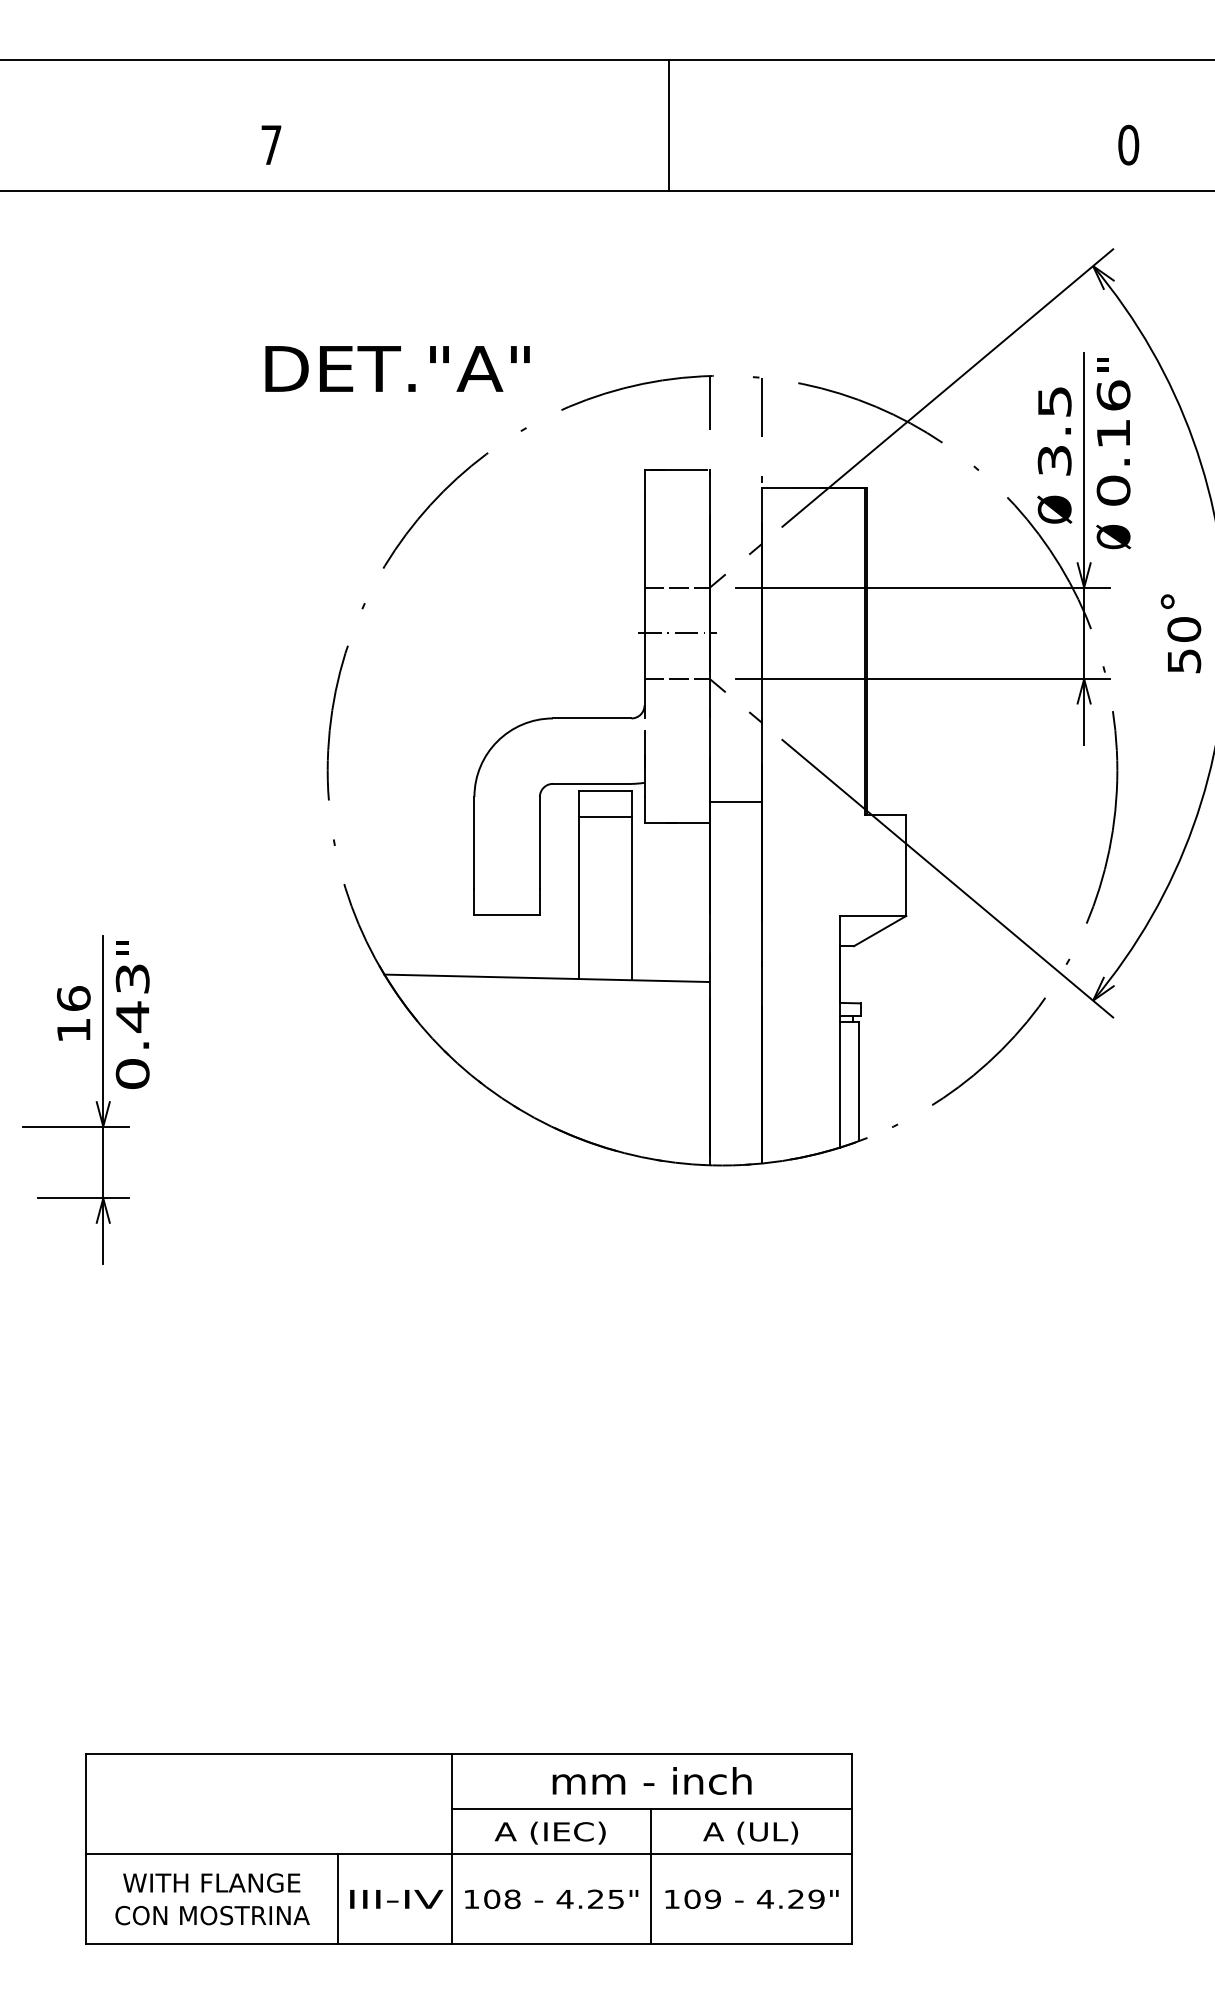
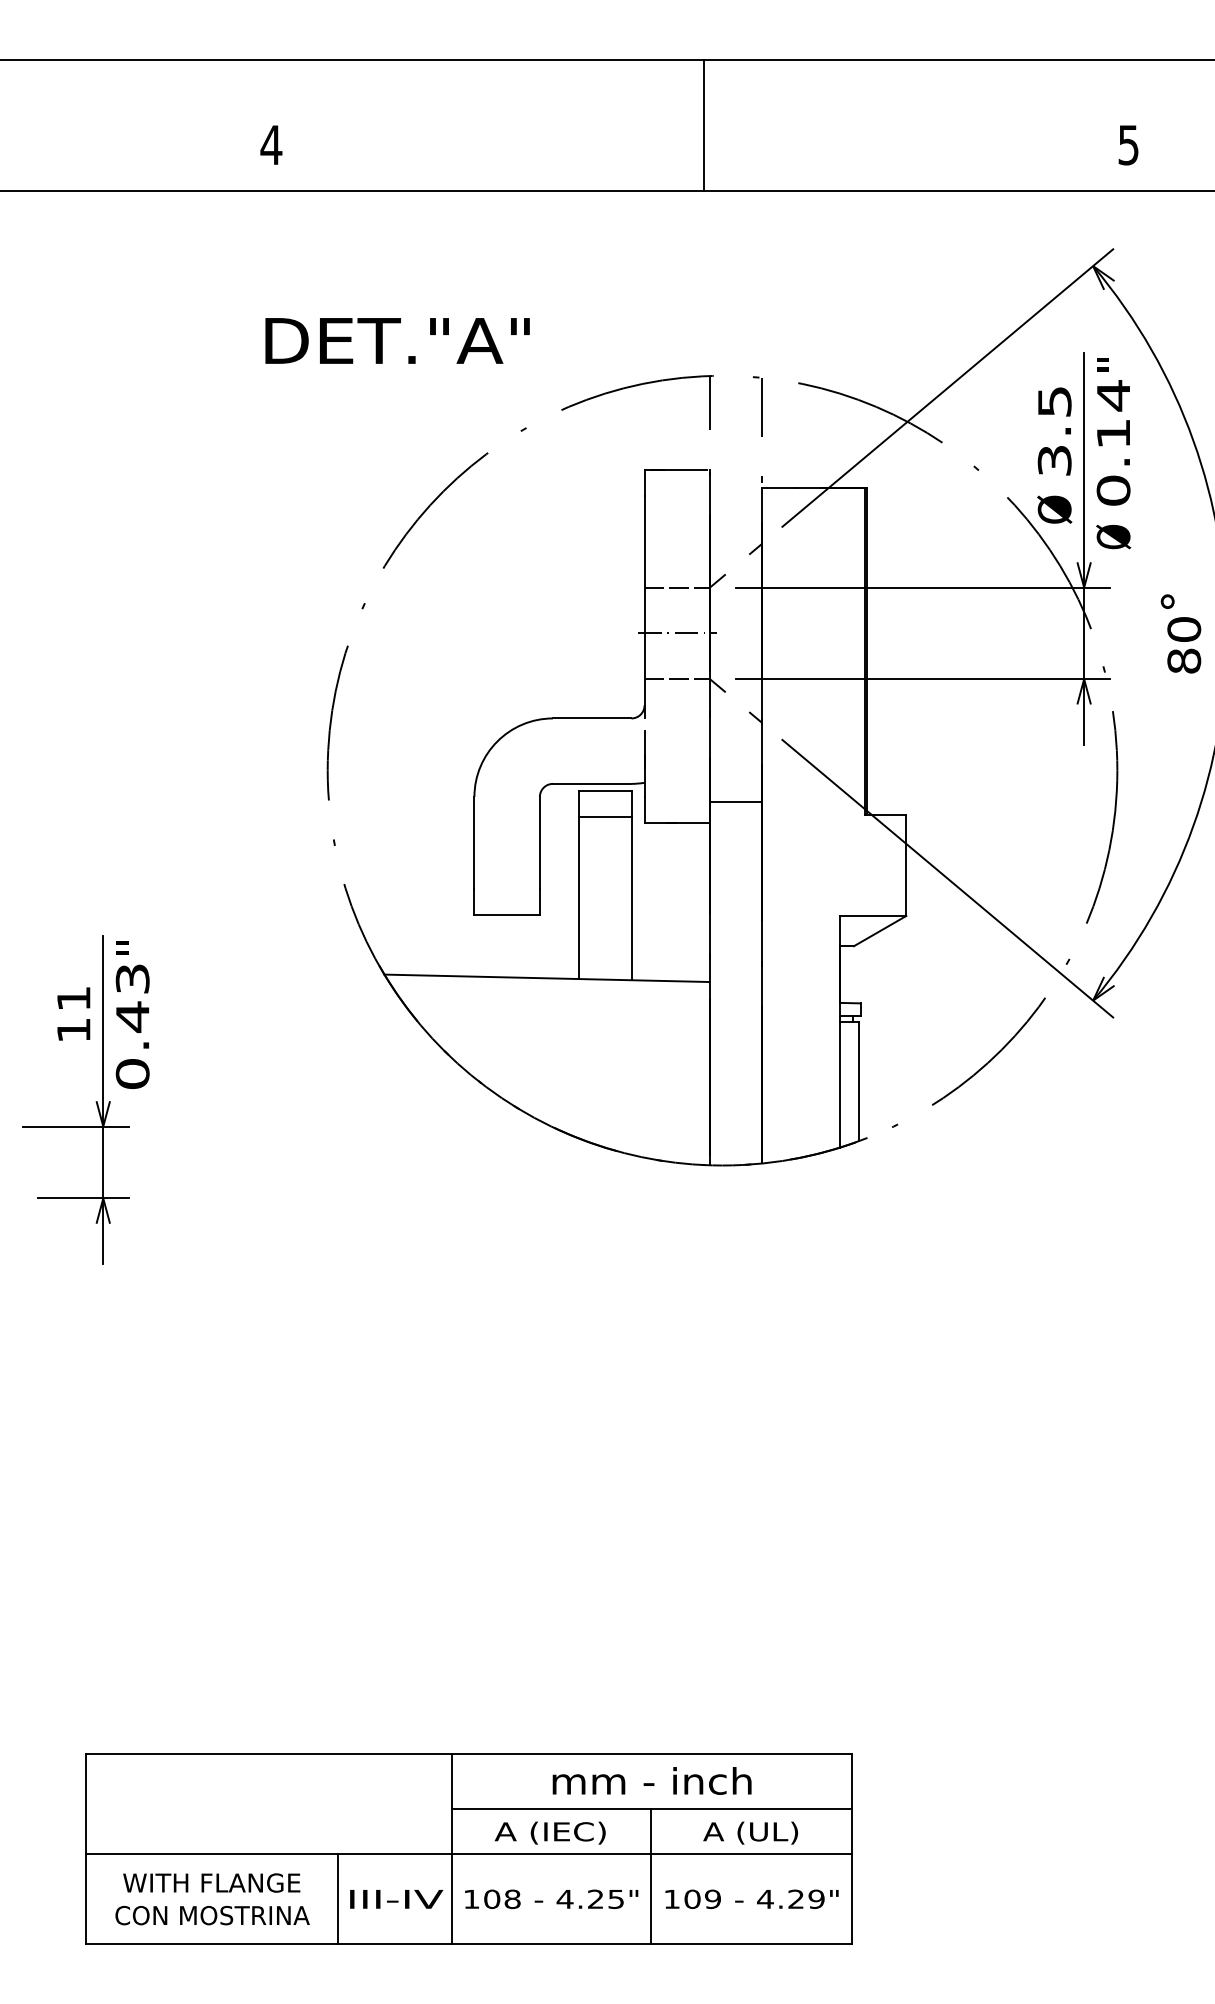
line at (668, 125) position: (668, 125) -> (703, 125)
text at (271, 144): 7 -> 4
text at (1128, 144): 0 -> 5
text at (397, 368) position: (397, 368) -> (397, 340)
text at (1113, 395): 0.16 -> 0.14
text at (1184, 660): 50 -> 80
text at (73, 998): 16 -> 11
